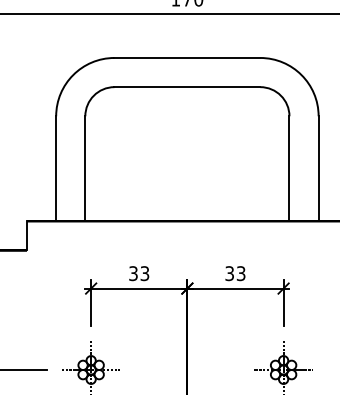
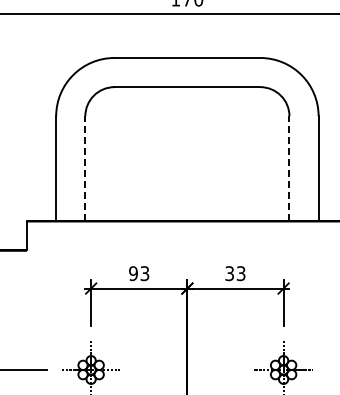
line at (85, 168): solid -> dashed
line at (289, 168): solid -> dashed
text at (133, 273): 33 -> 93
